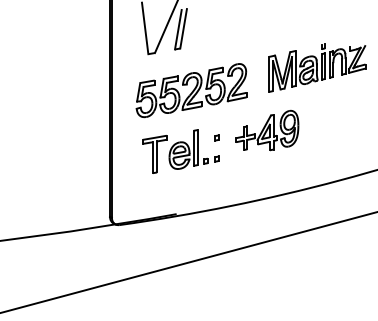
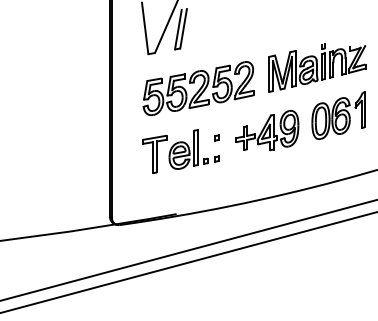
part at (191, 90) position: (191, 90) -> (198, 88)
part at (338, 115): none -> present
line at (188, 250): none -> present
